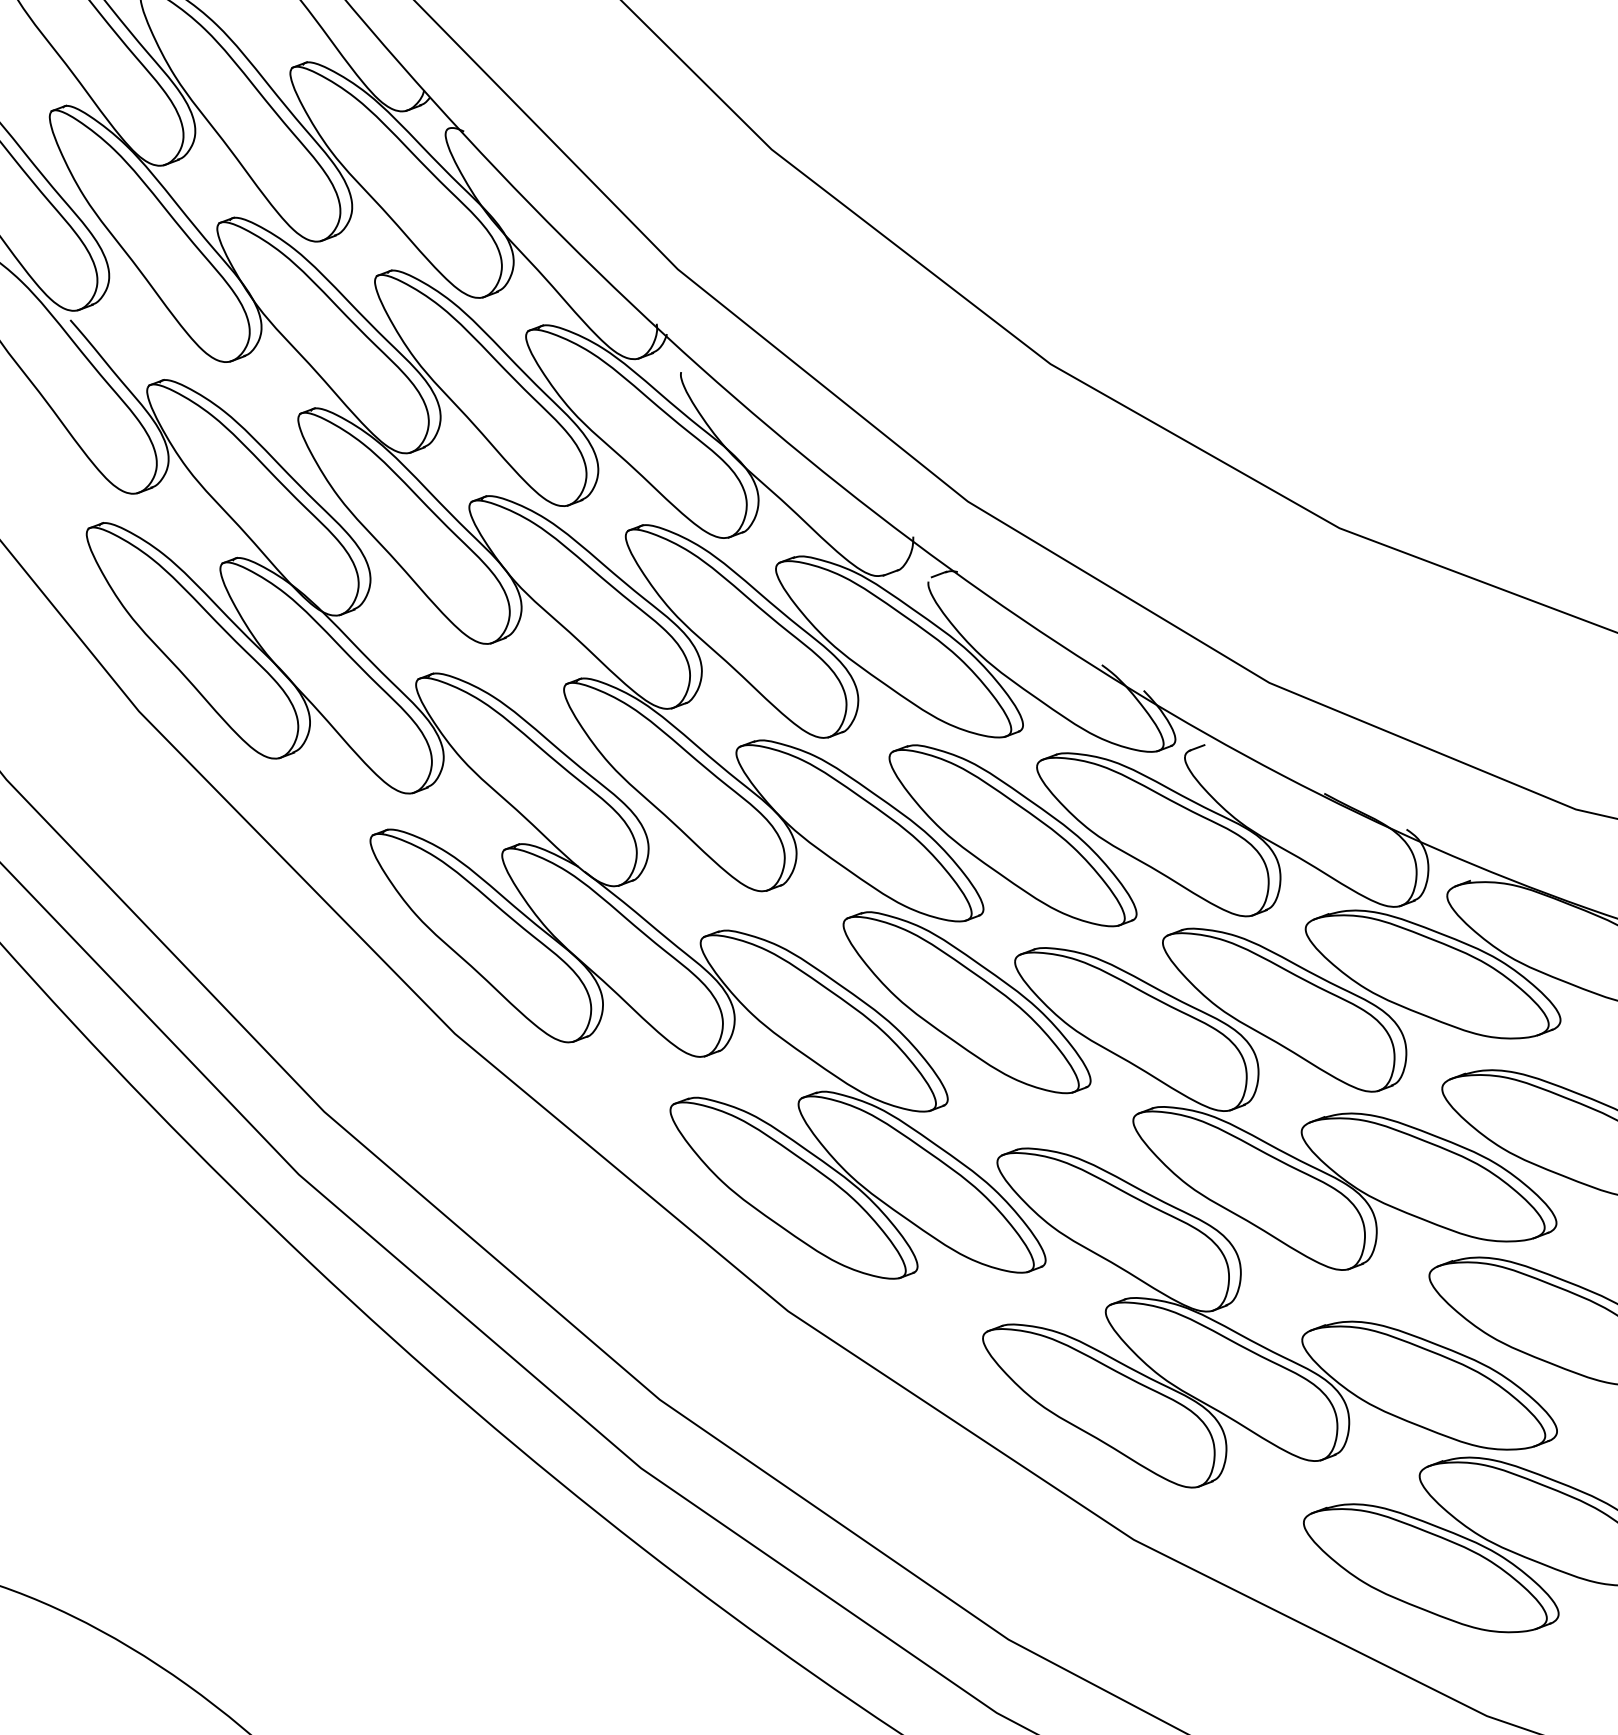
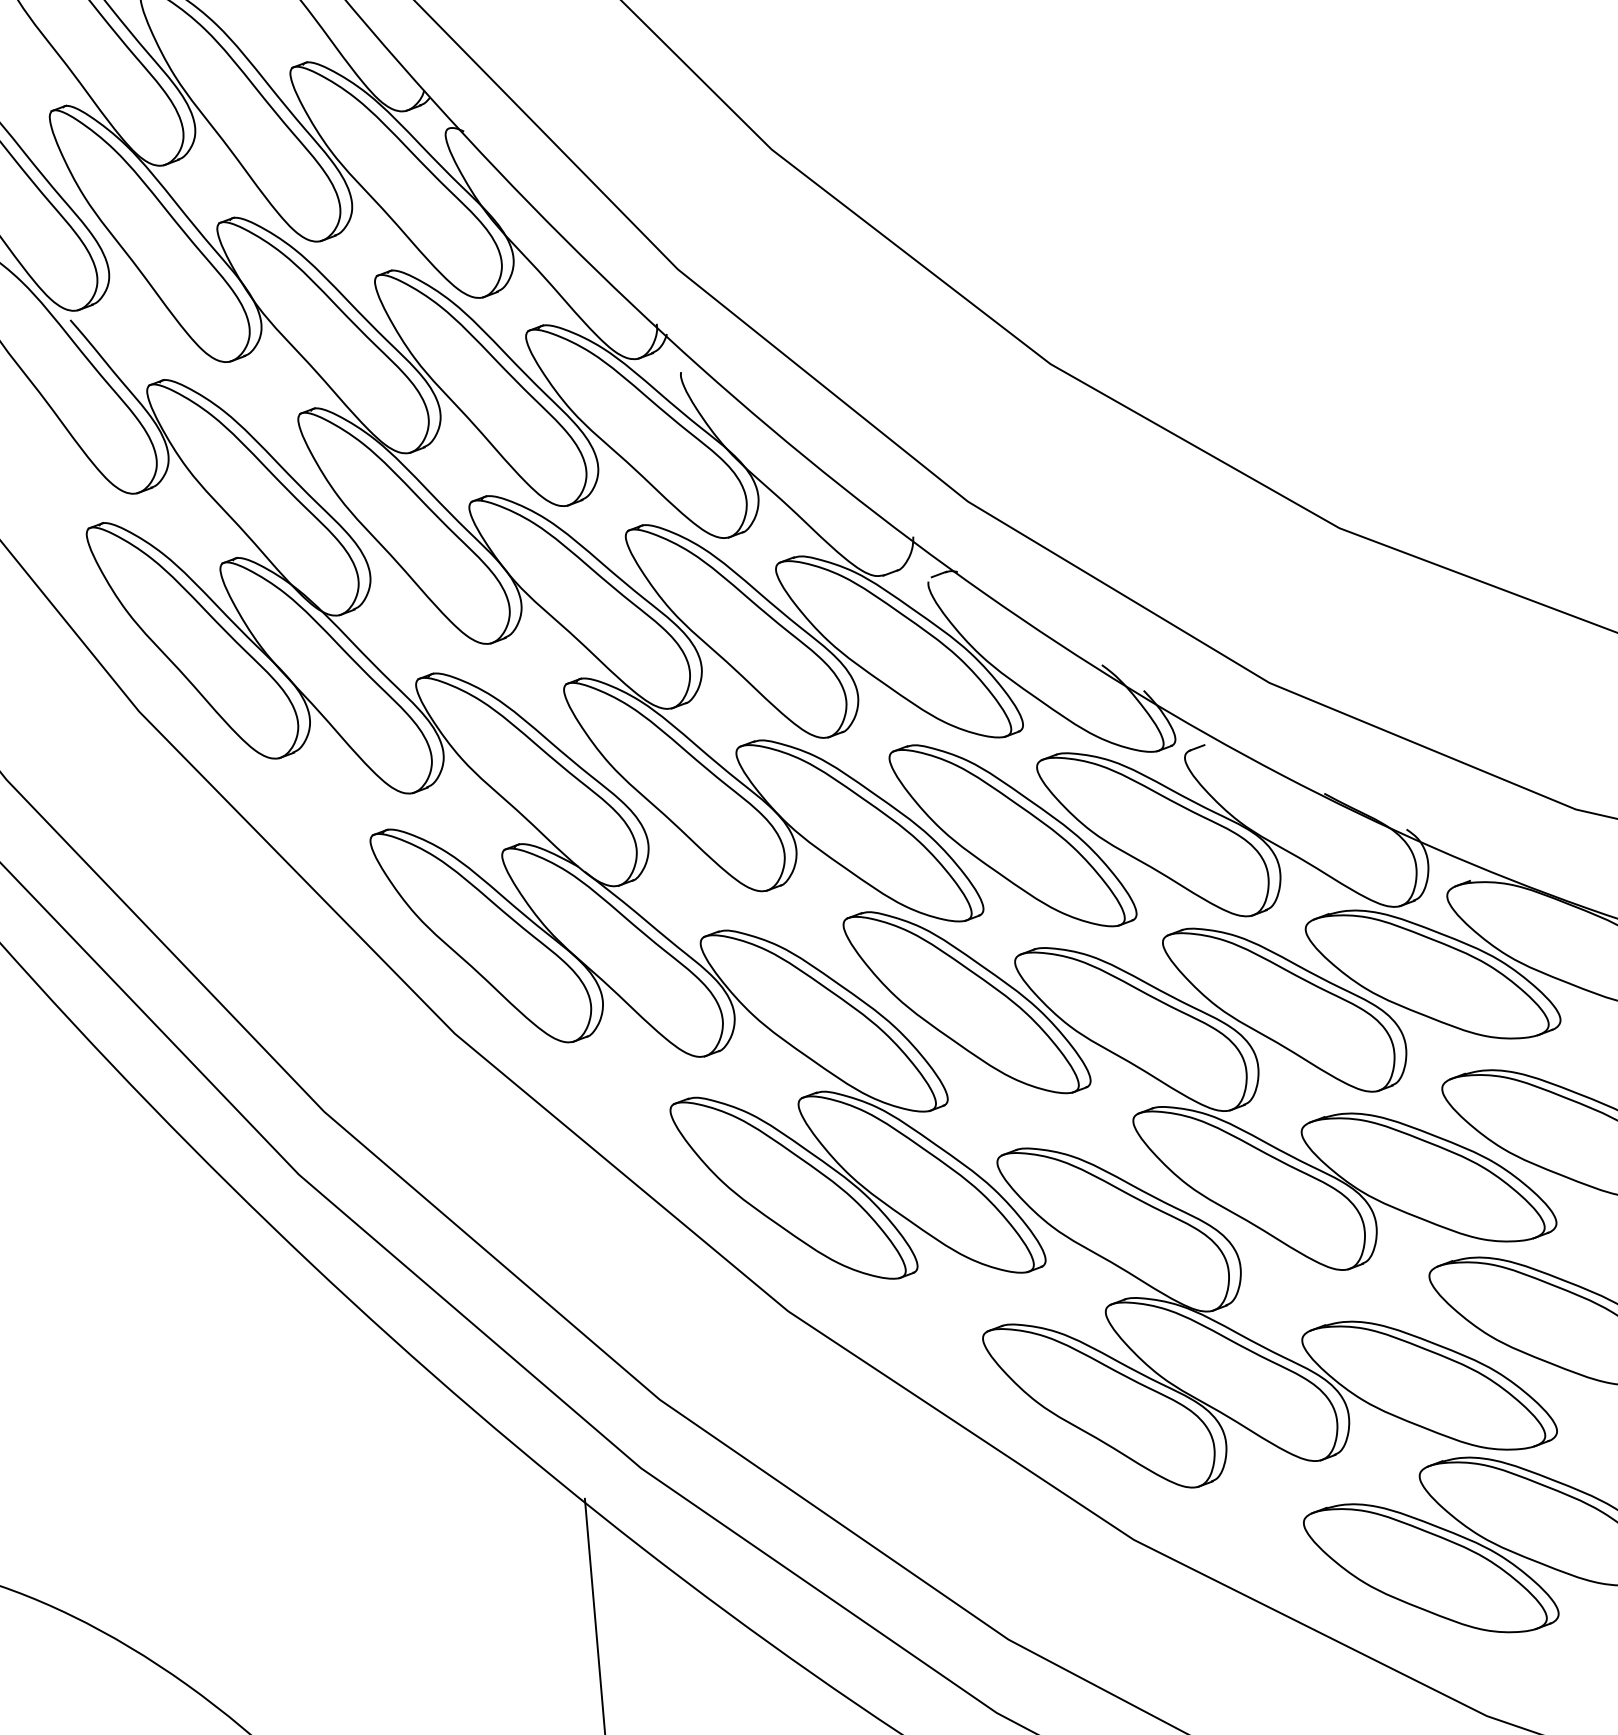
line at (594, 1614): none -> present
